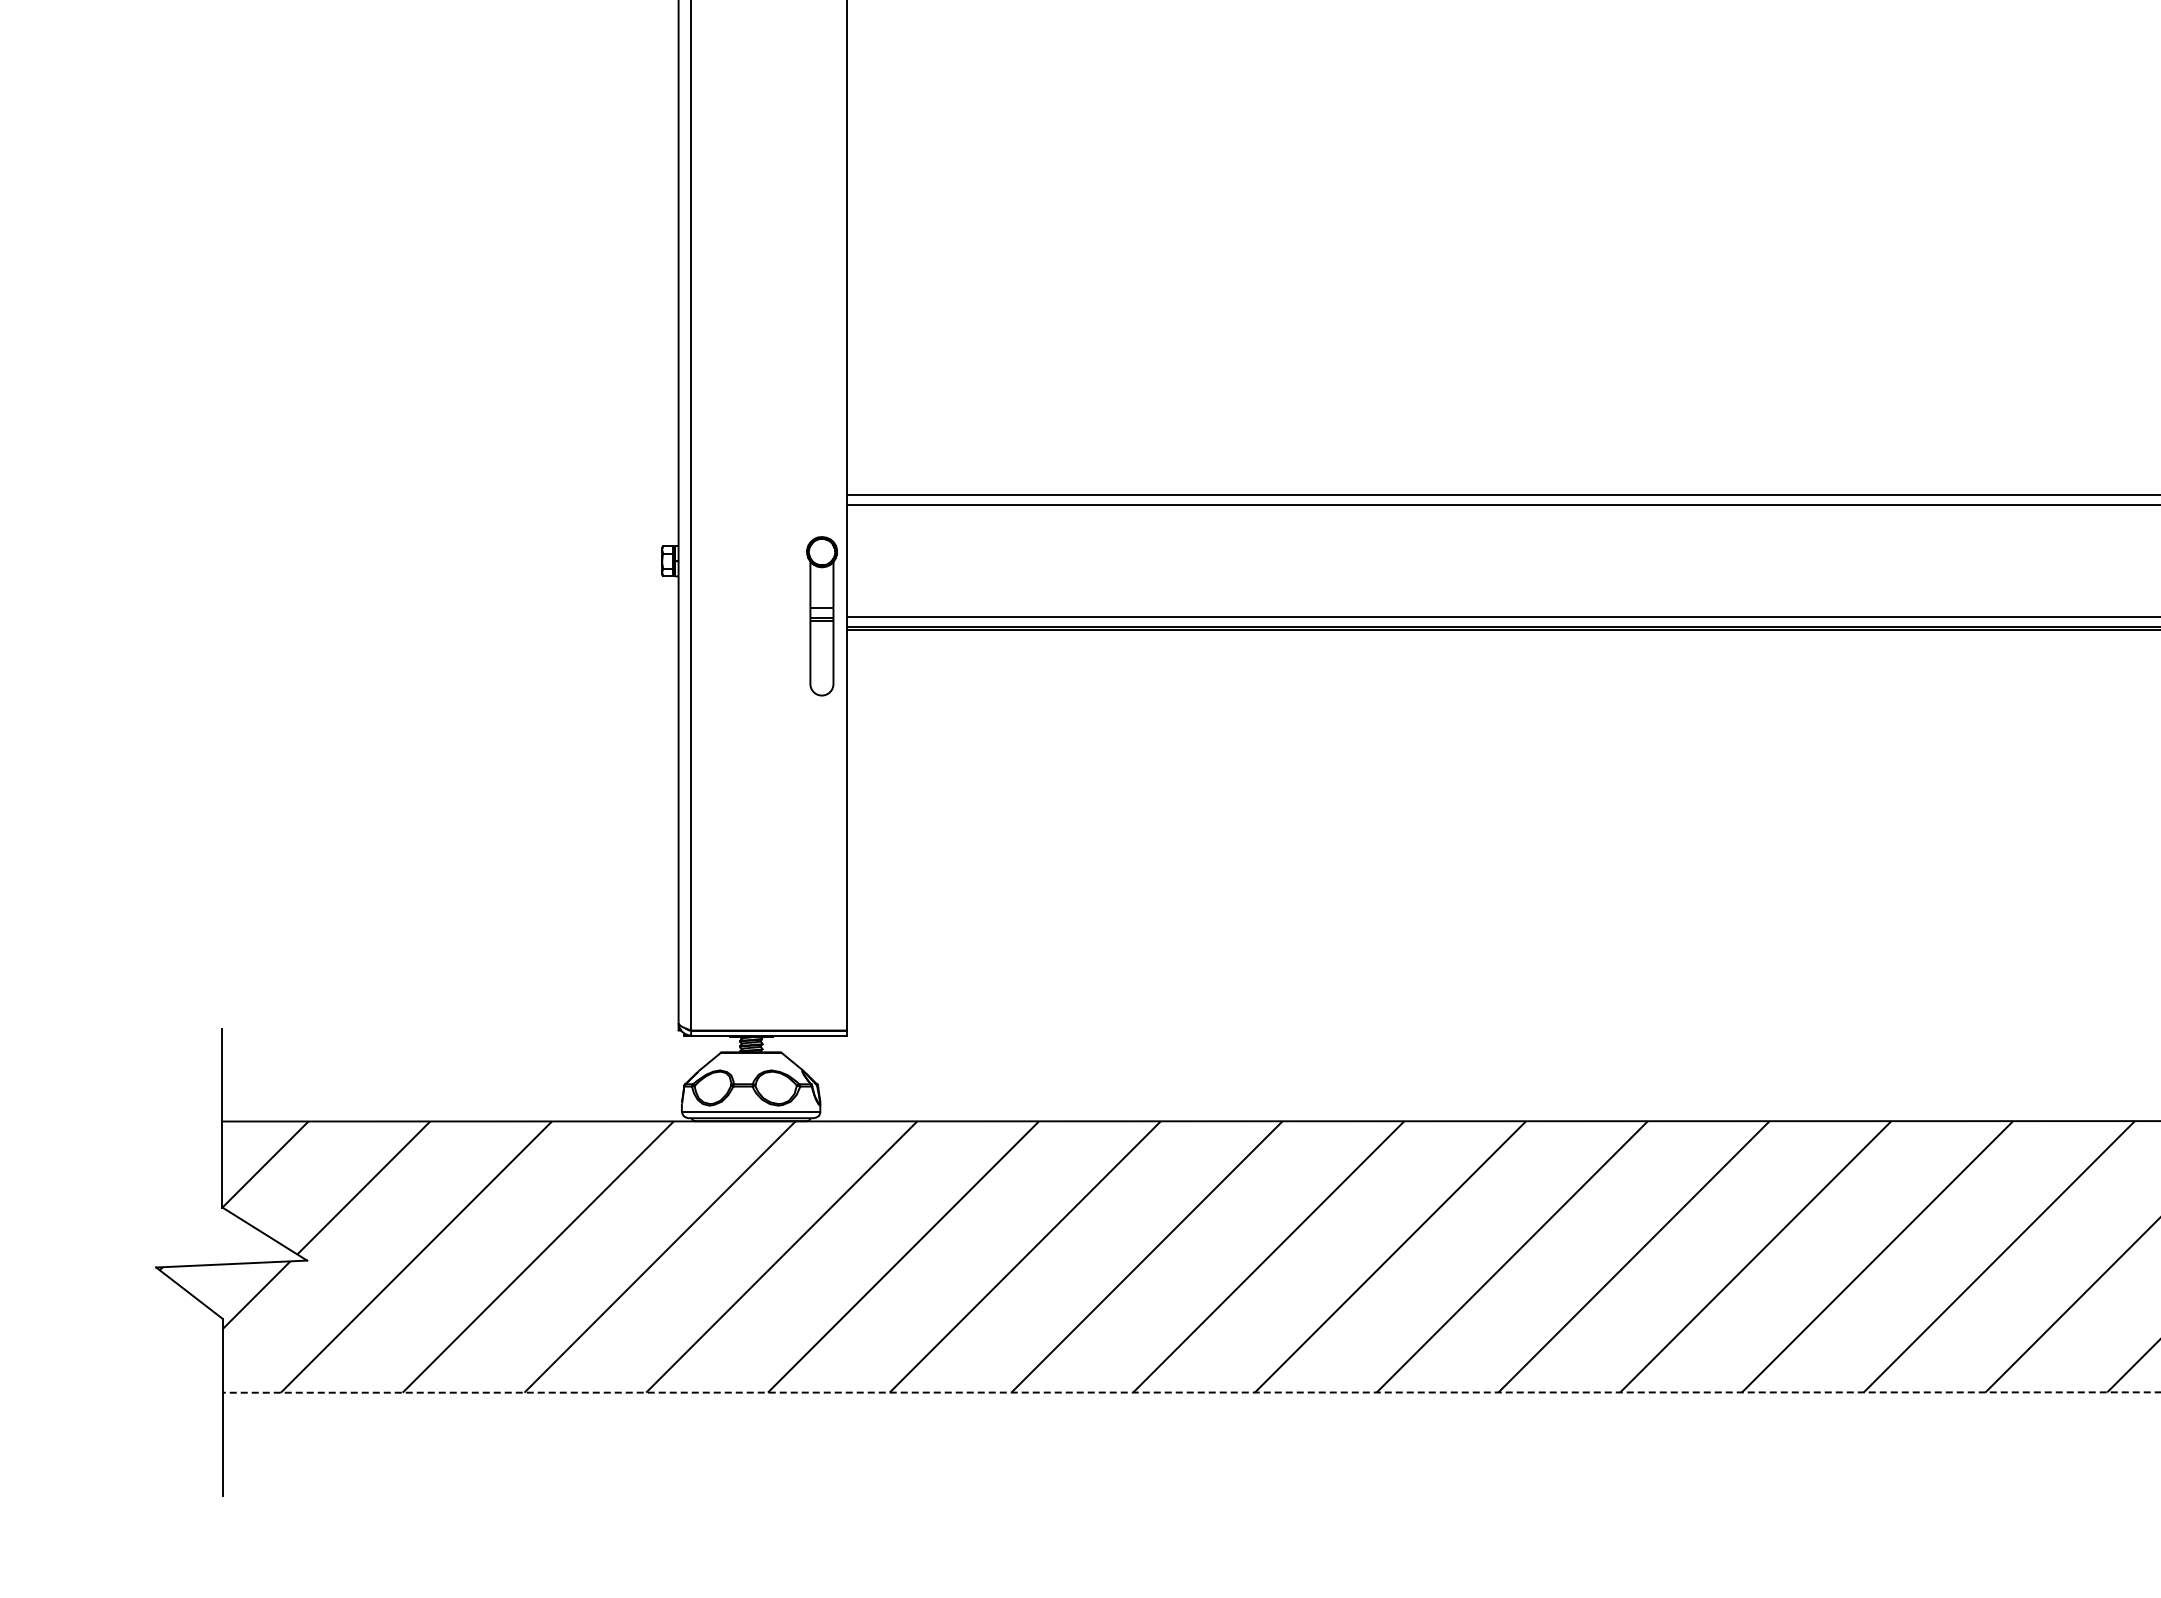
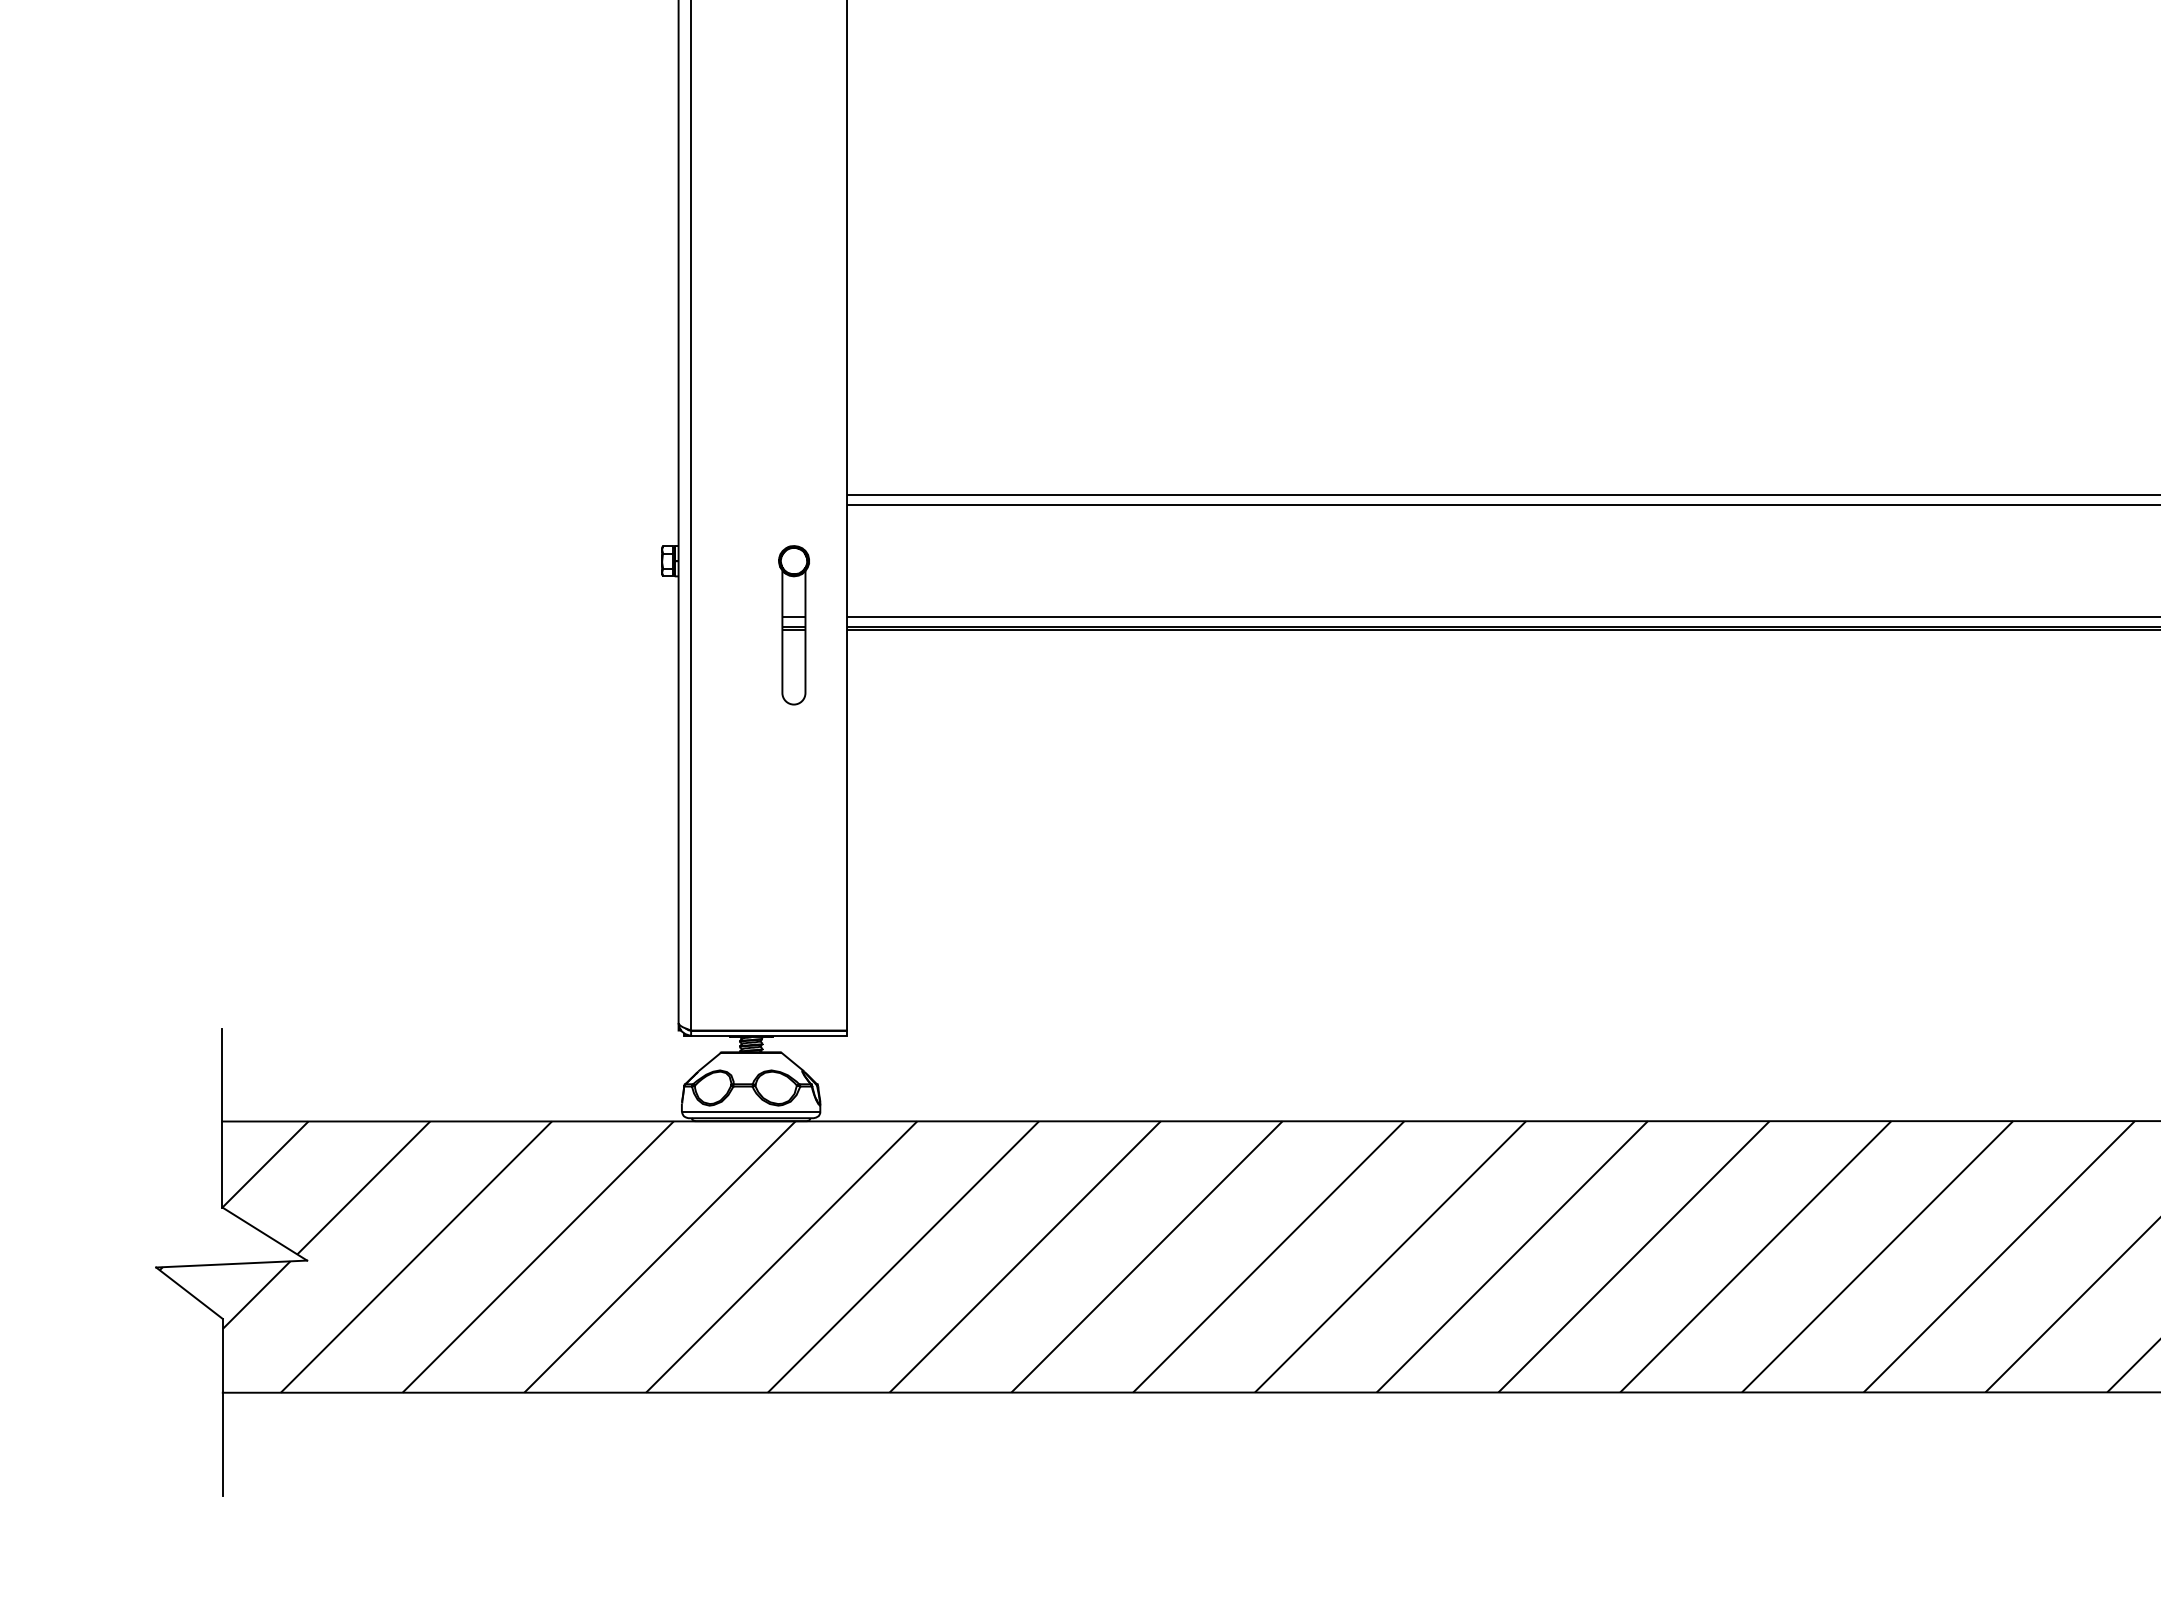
part at (821, 616) position: (821, 616) -> (793, 625)
line at (1191, 1392): dashed -> solid
